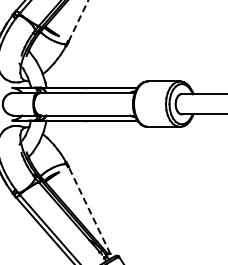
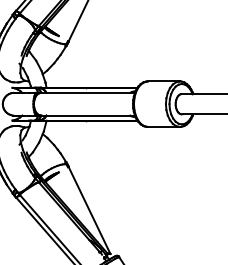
line at (78, 20): dashed -> solid
line at (89, 209): dashed -> solid
